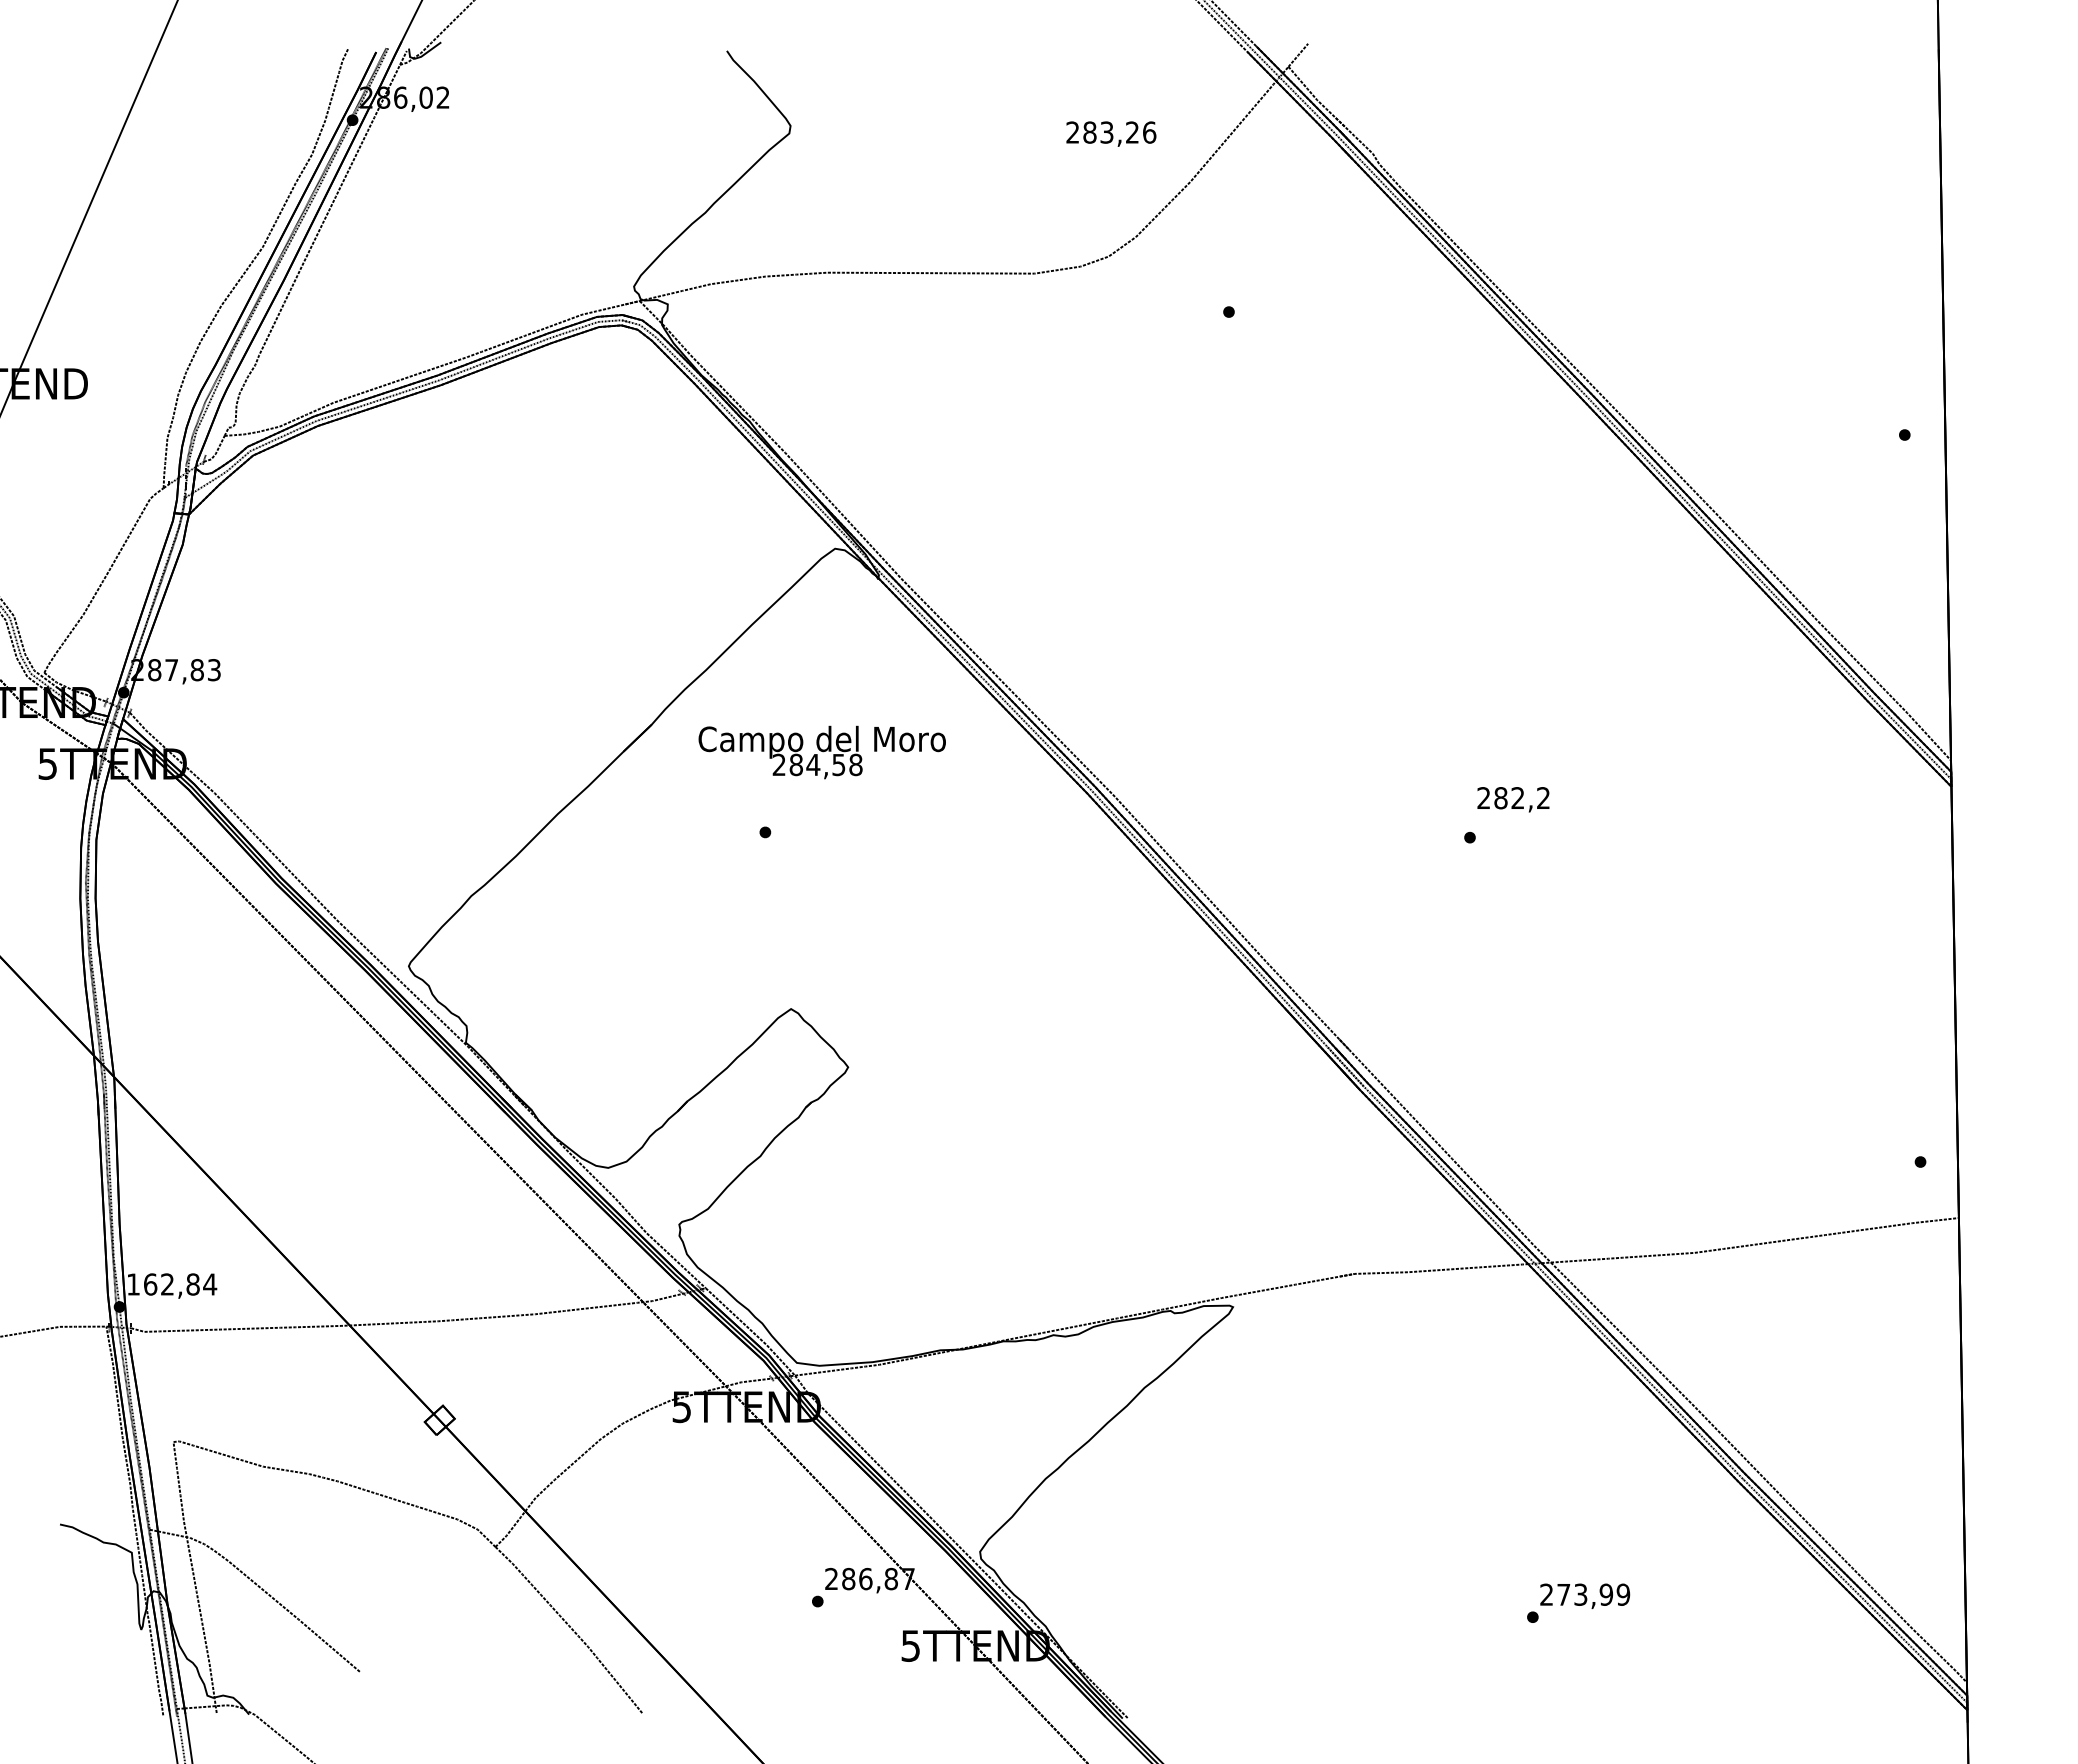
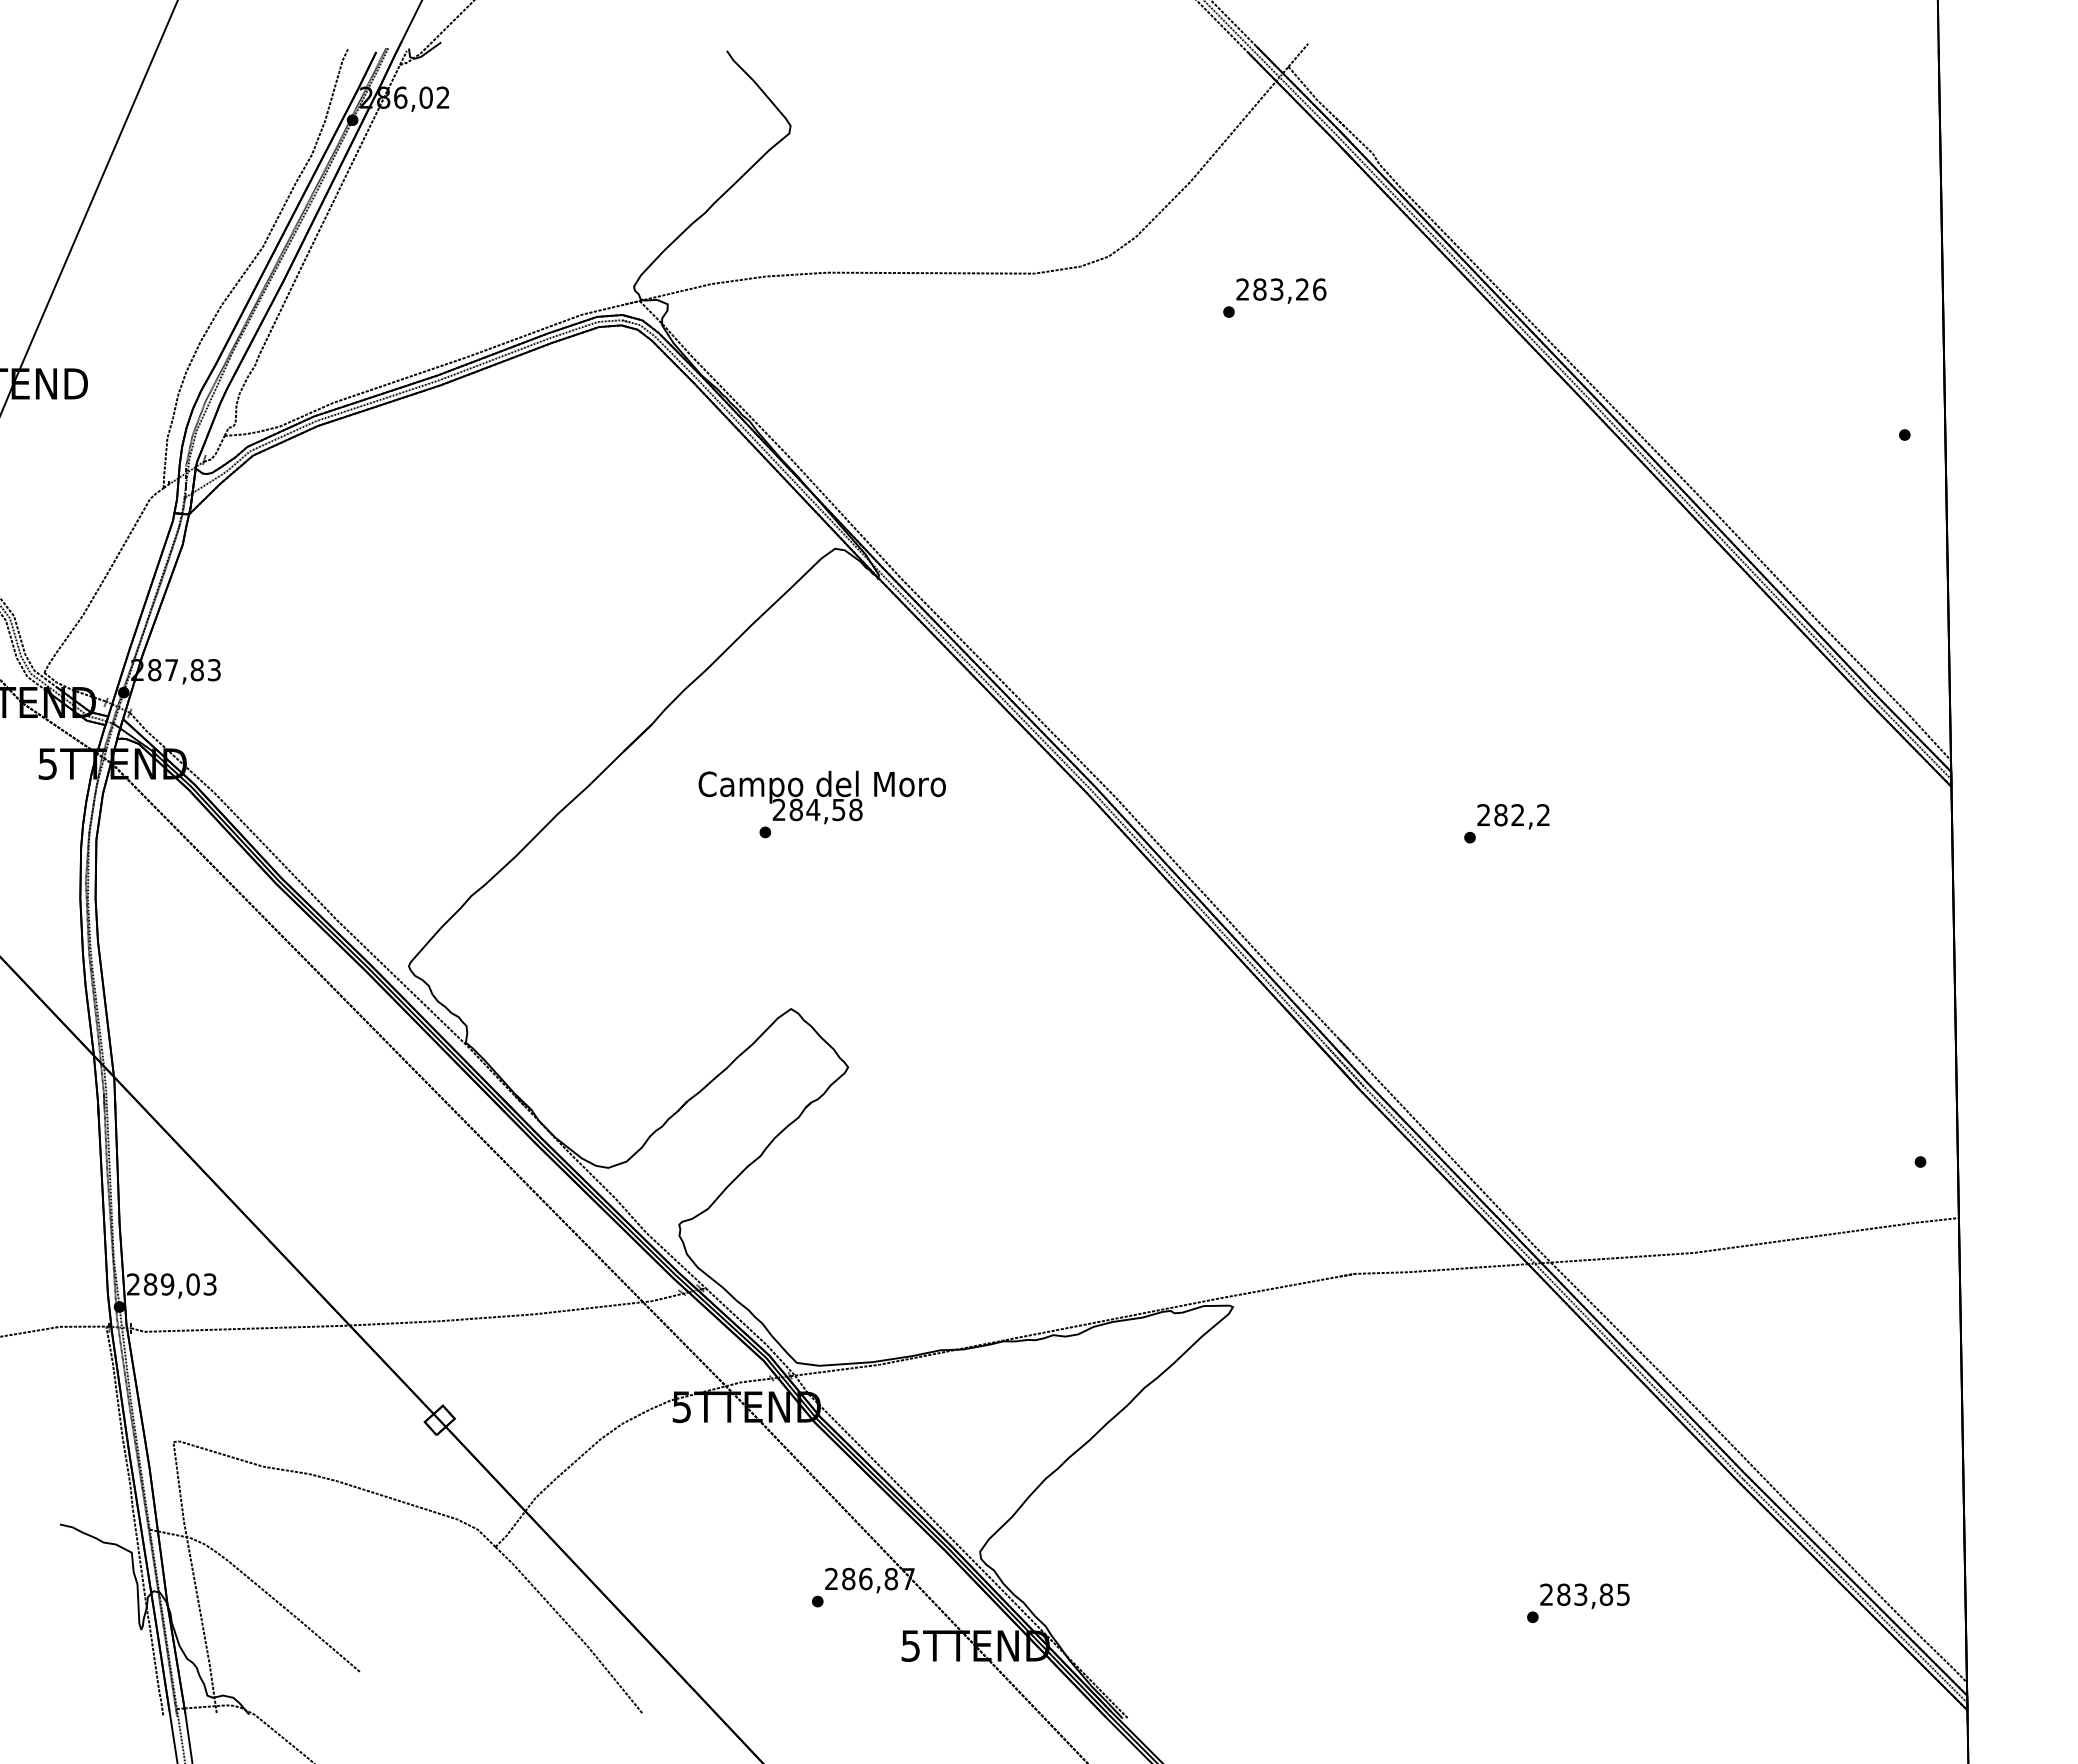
text at (1111, 133) position: (1111, 133) -> (1281, 290)
text at (821, 752) position: (821, 752) -> (821, 797)
text at (1513, 799) position: (1513, 799) -> (1513, 816)
text at (172, 1284): 162,84 -> 289,03
text at (1593, 1594): 273,99 -> 283,85
